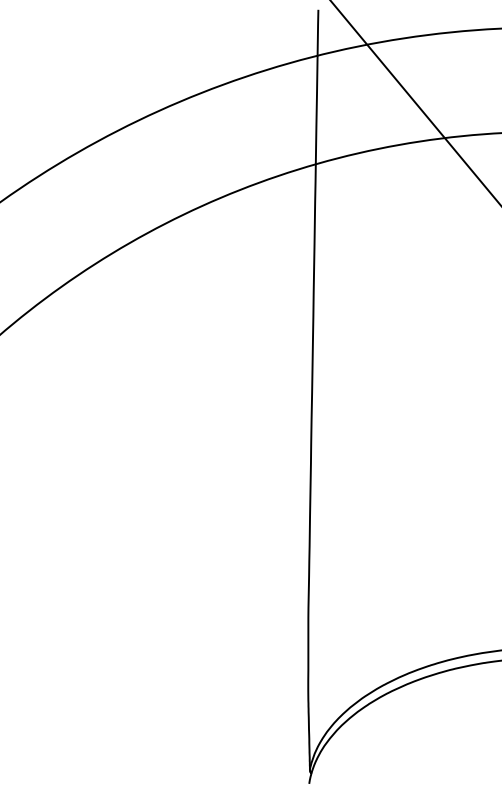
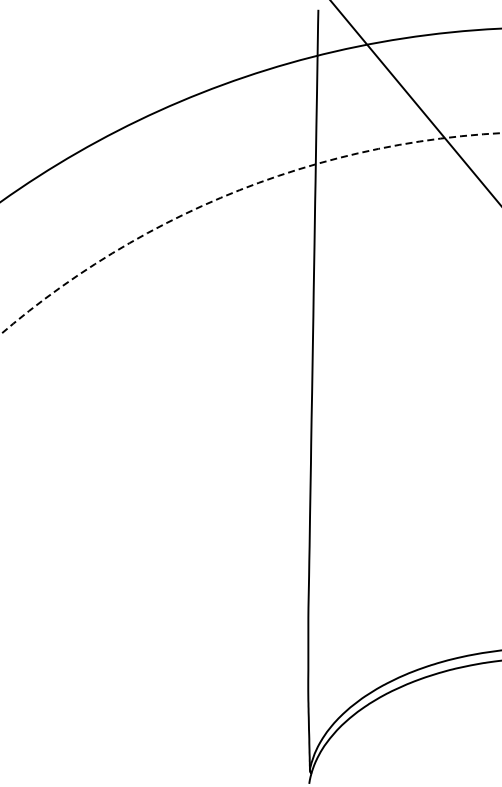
circle at (250, 233): solid -> dashed
